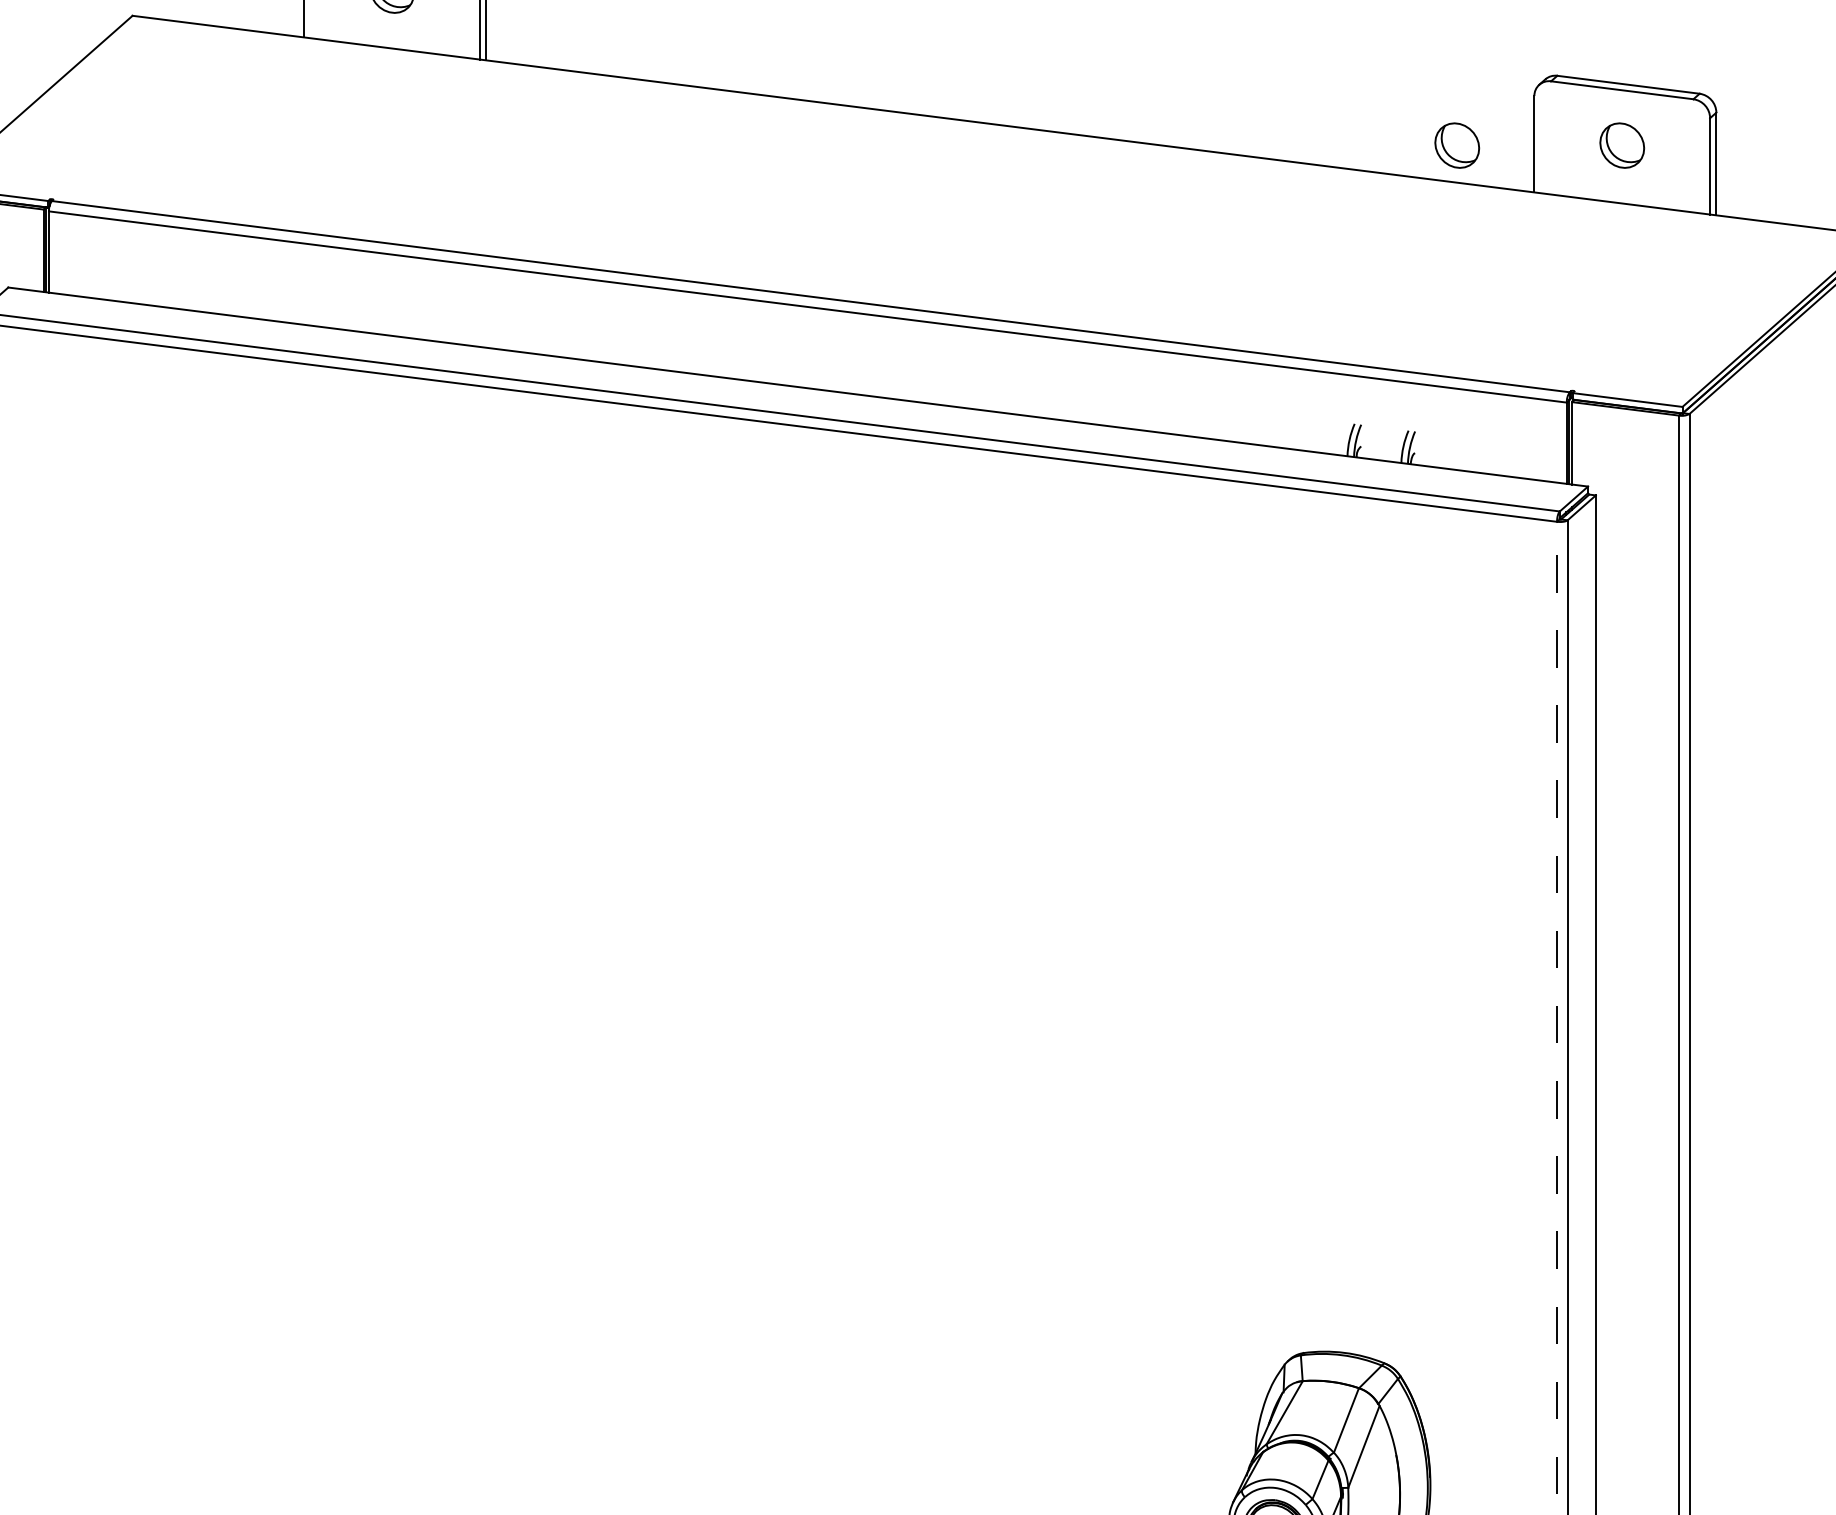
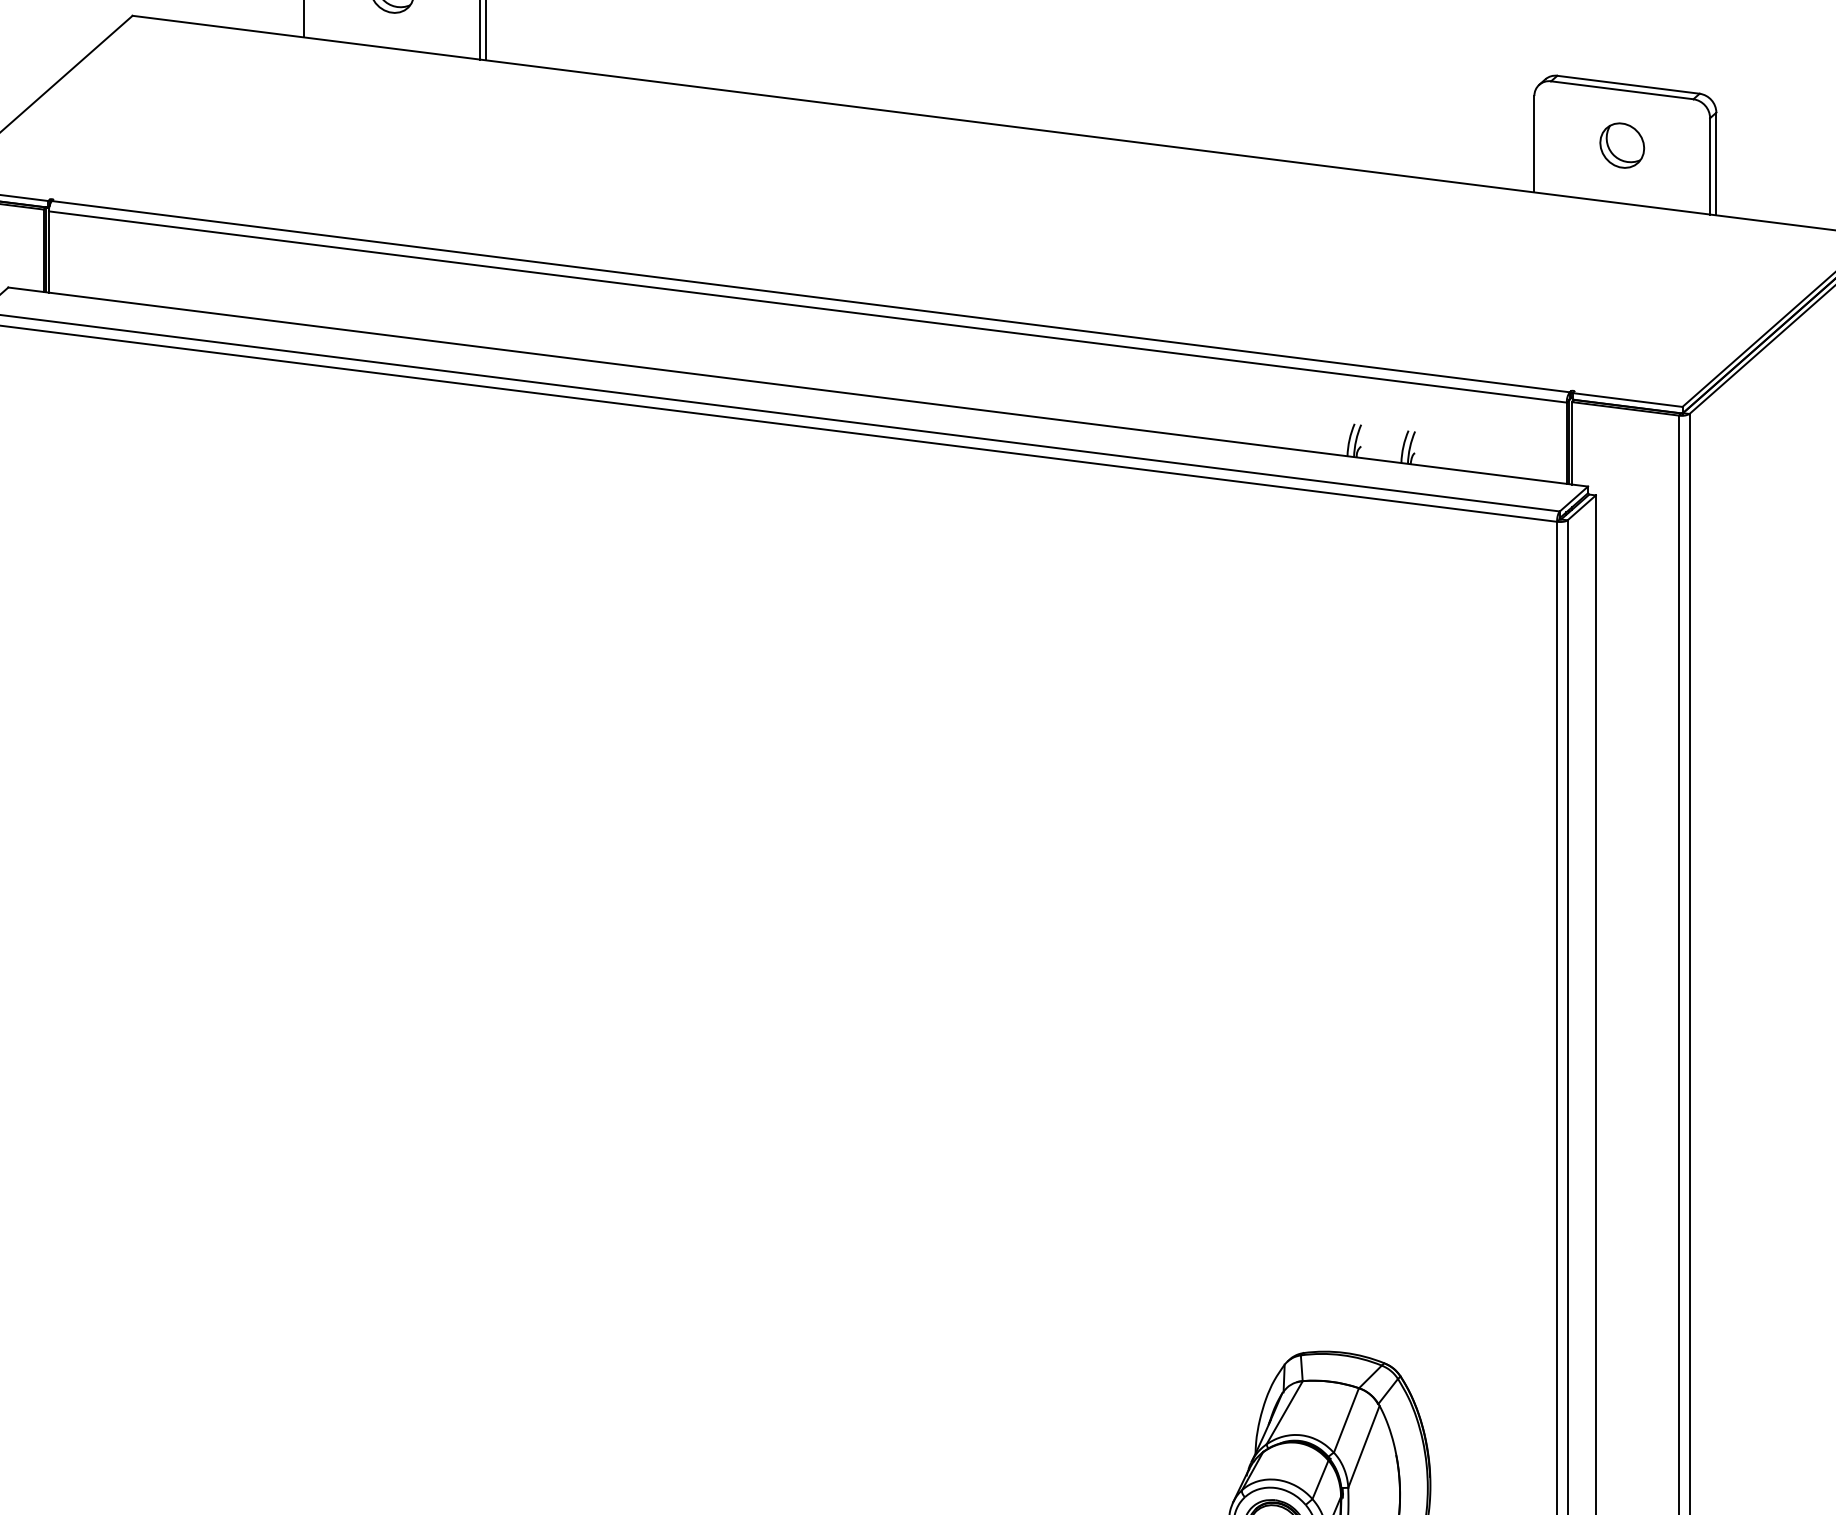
part at (1457, 145): present -> none
line at (1557, 1017): dashed -> solid
